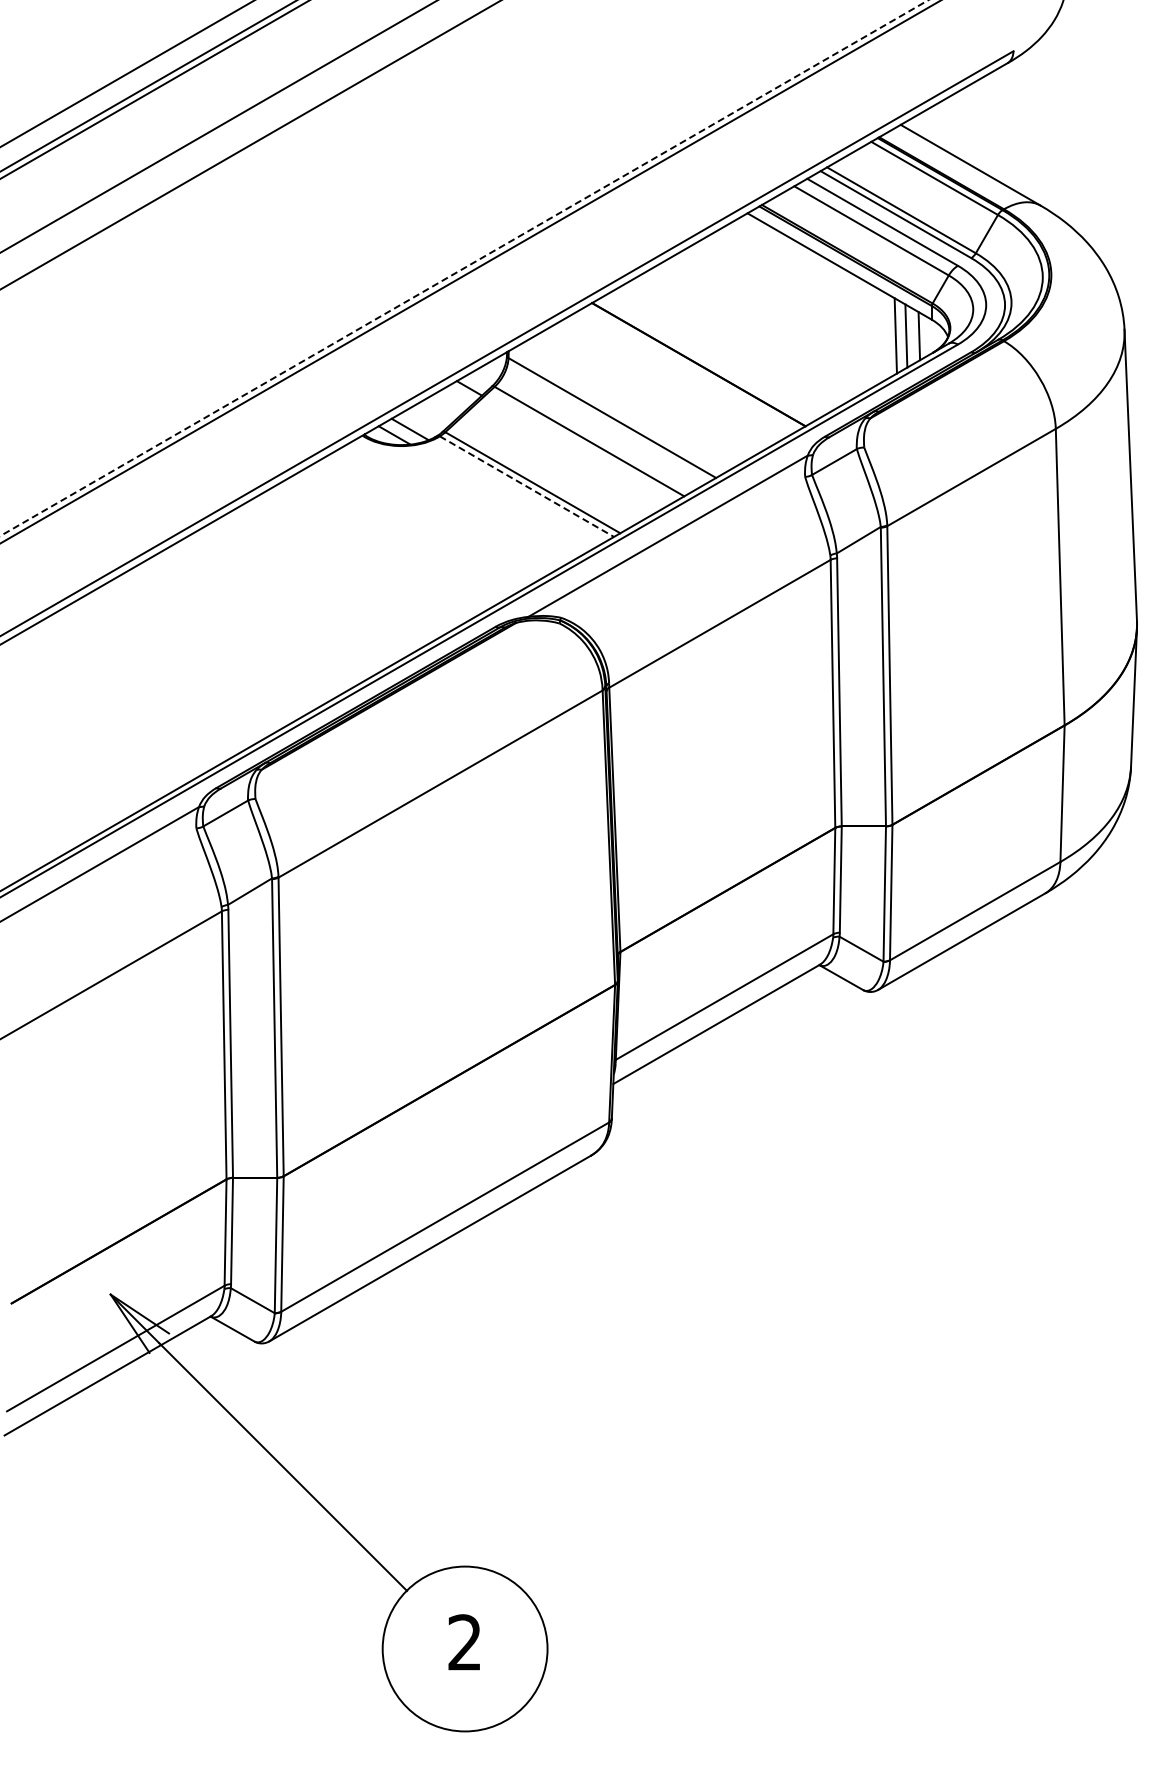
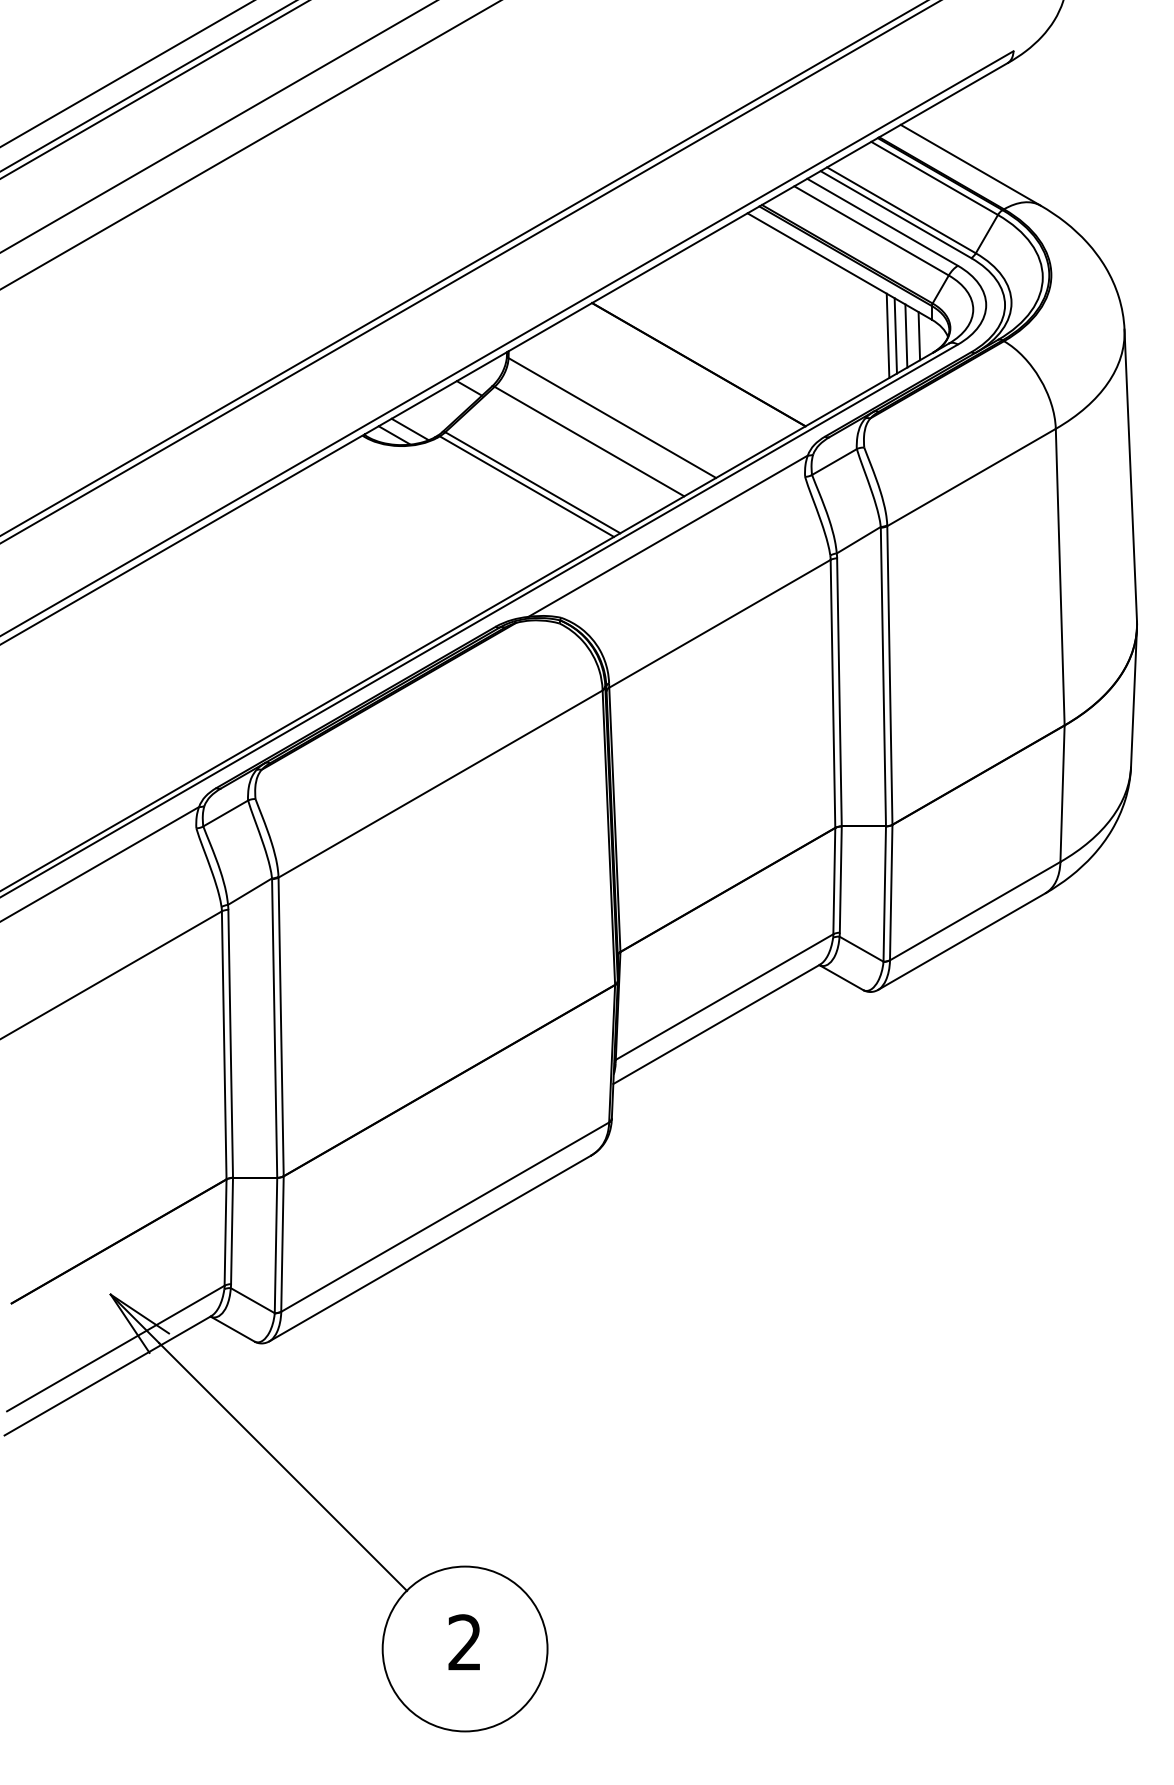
line at (464, 268): dashed -> solid
line at (887, 335): none -> present
line at (526, 486): dashed -> solid
